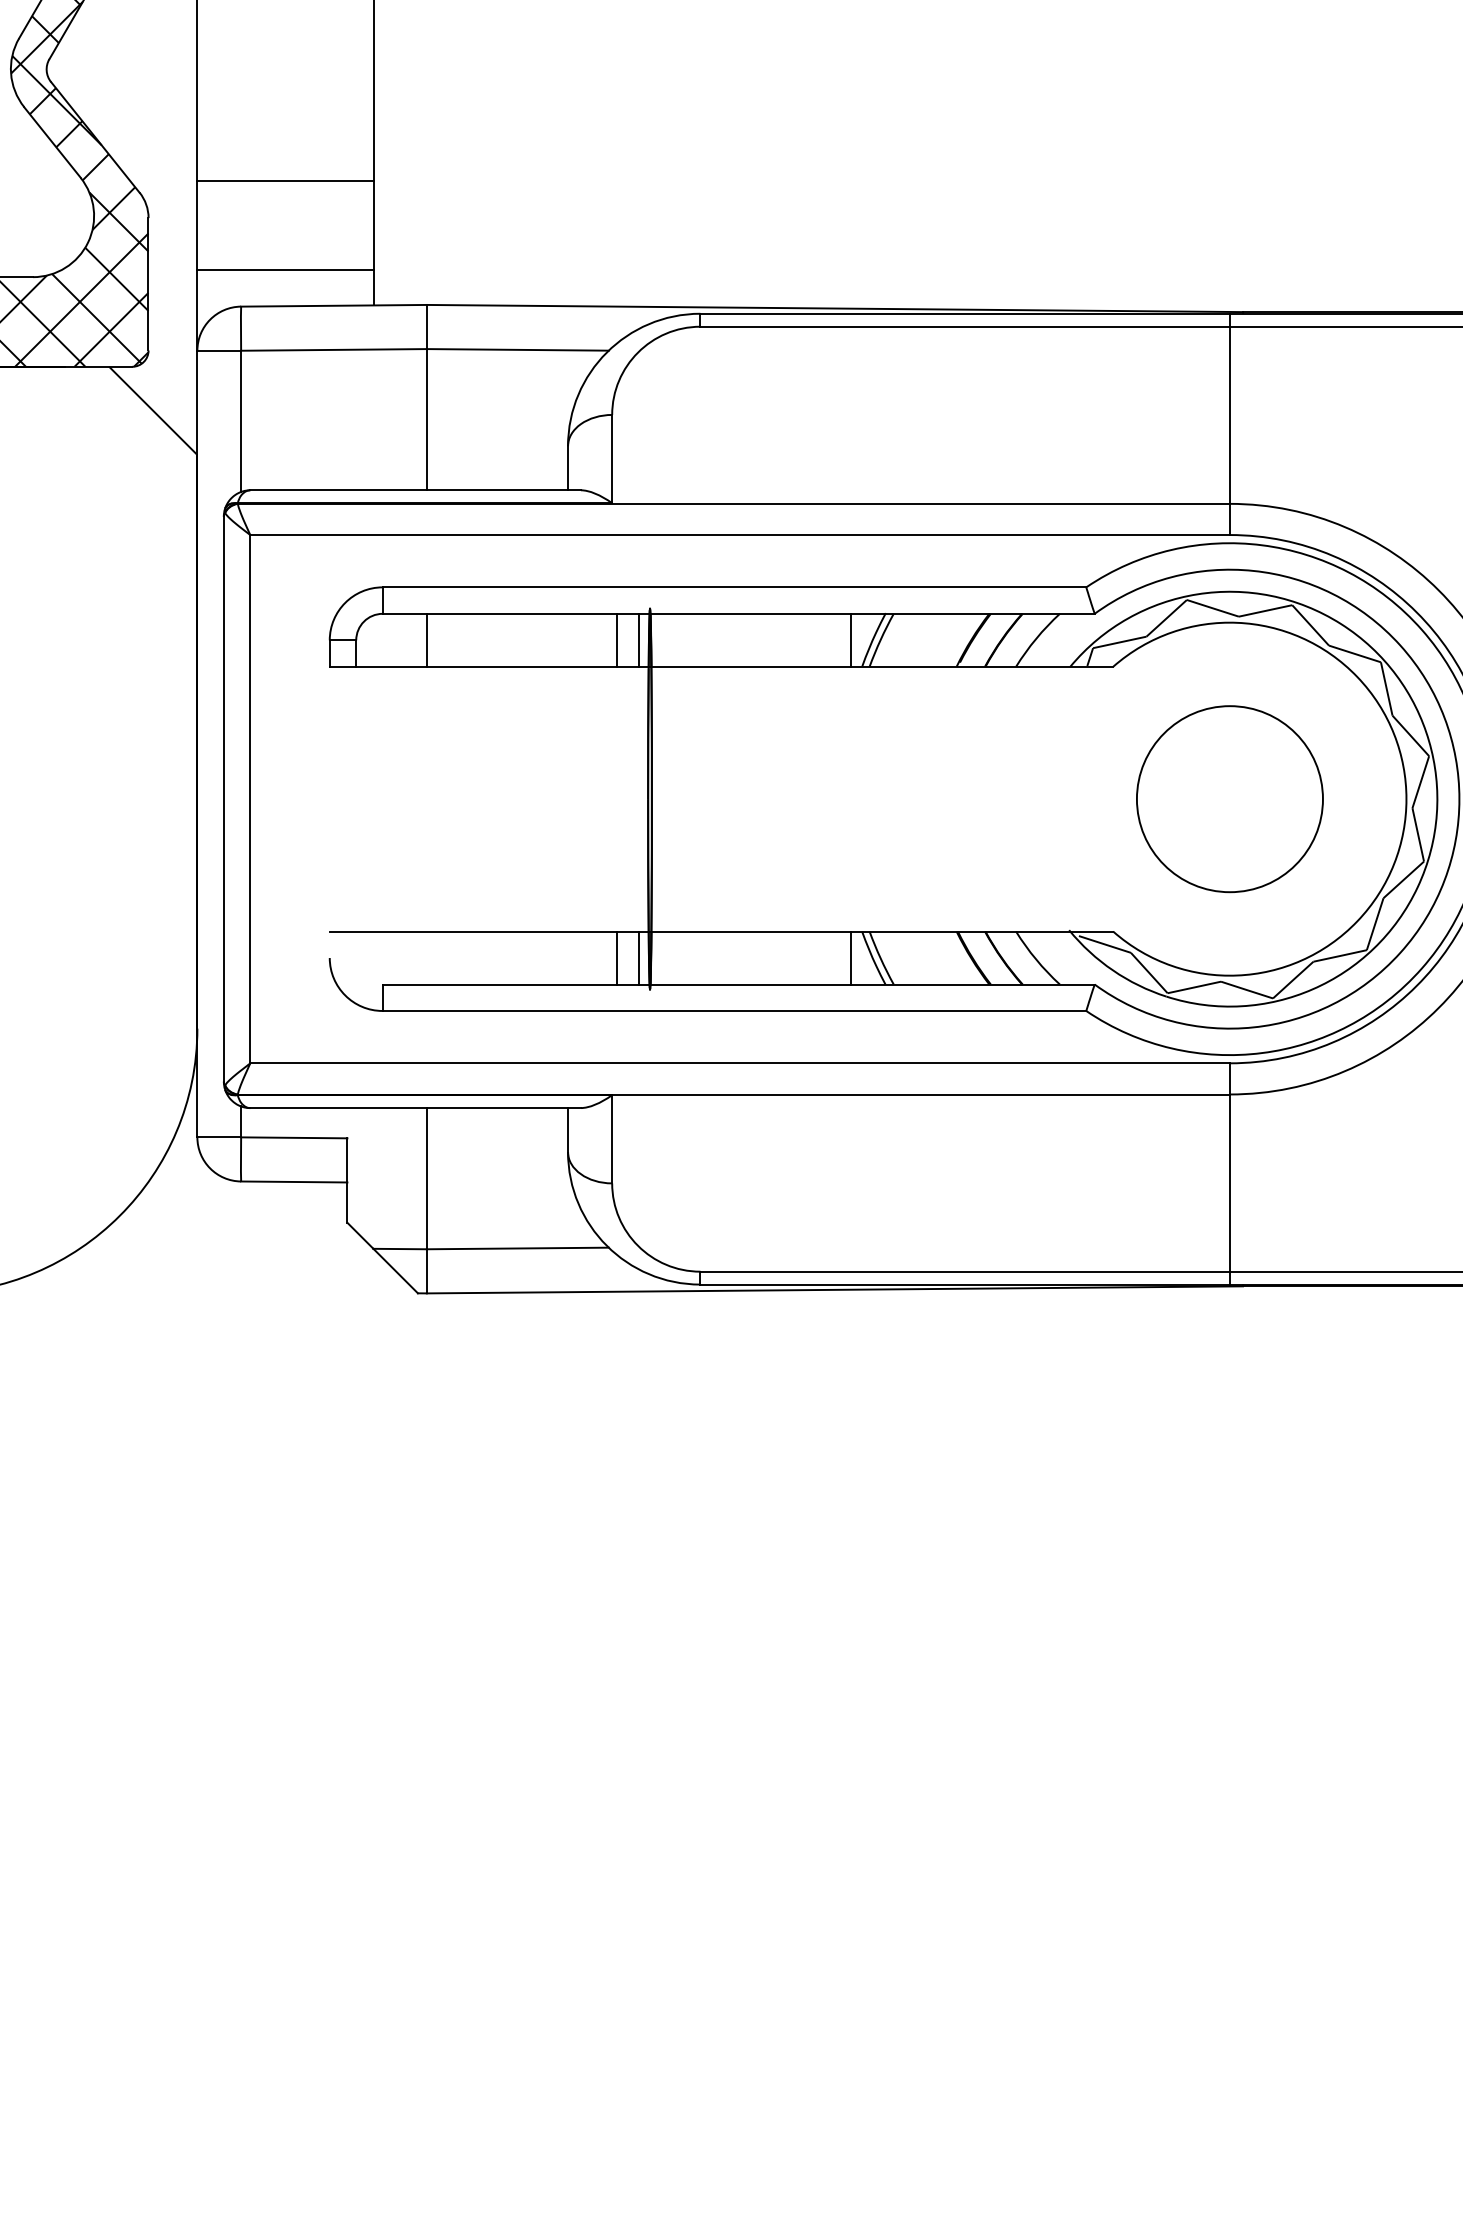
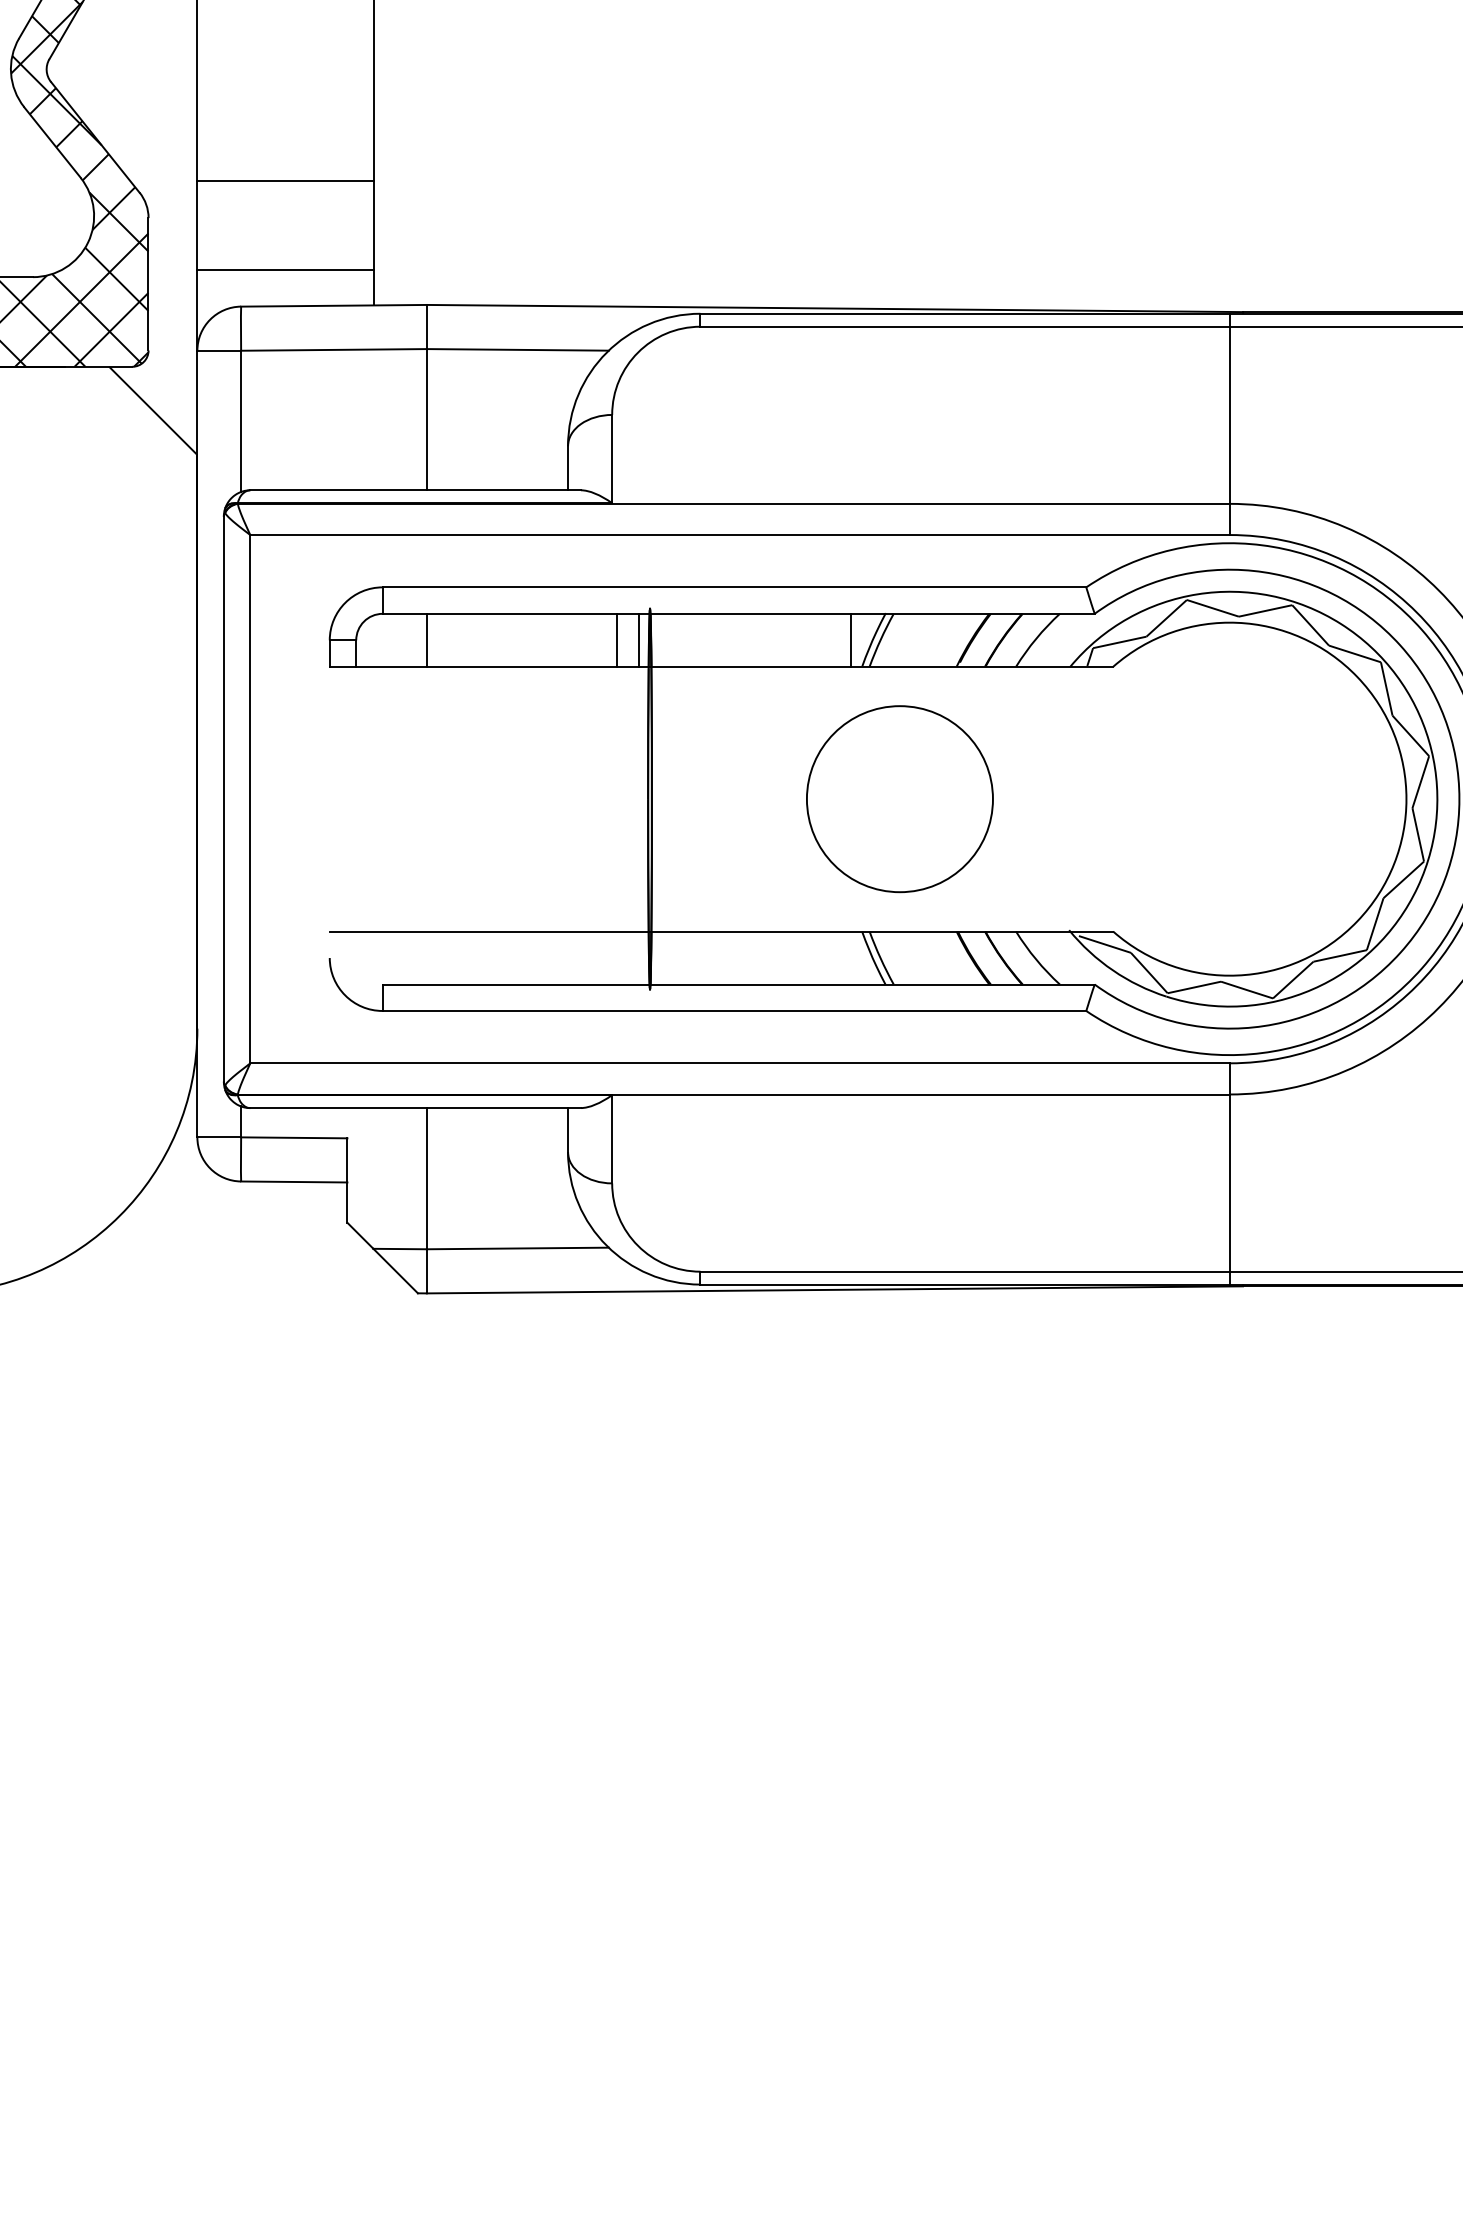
circle at (1229, 799) position: (1229, 799) -> (899, 799)
line at (617, 957): present -> none
line at (638, 957): present -> none
line at (850, 957): present -> none
